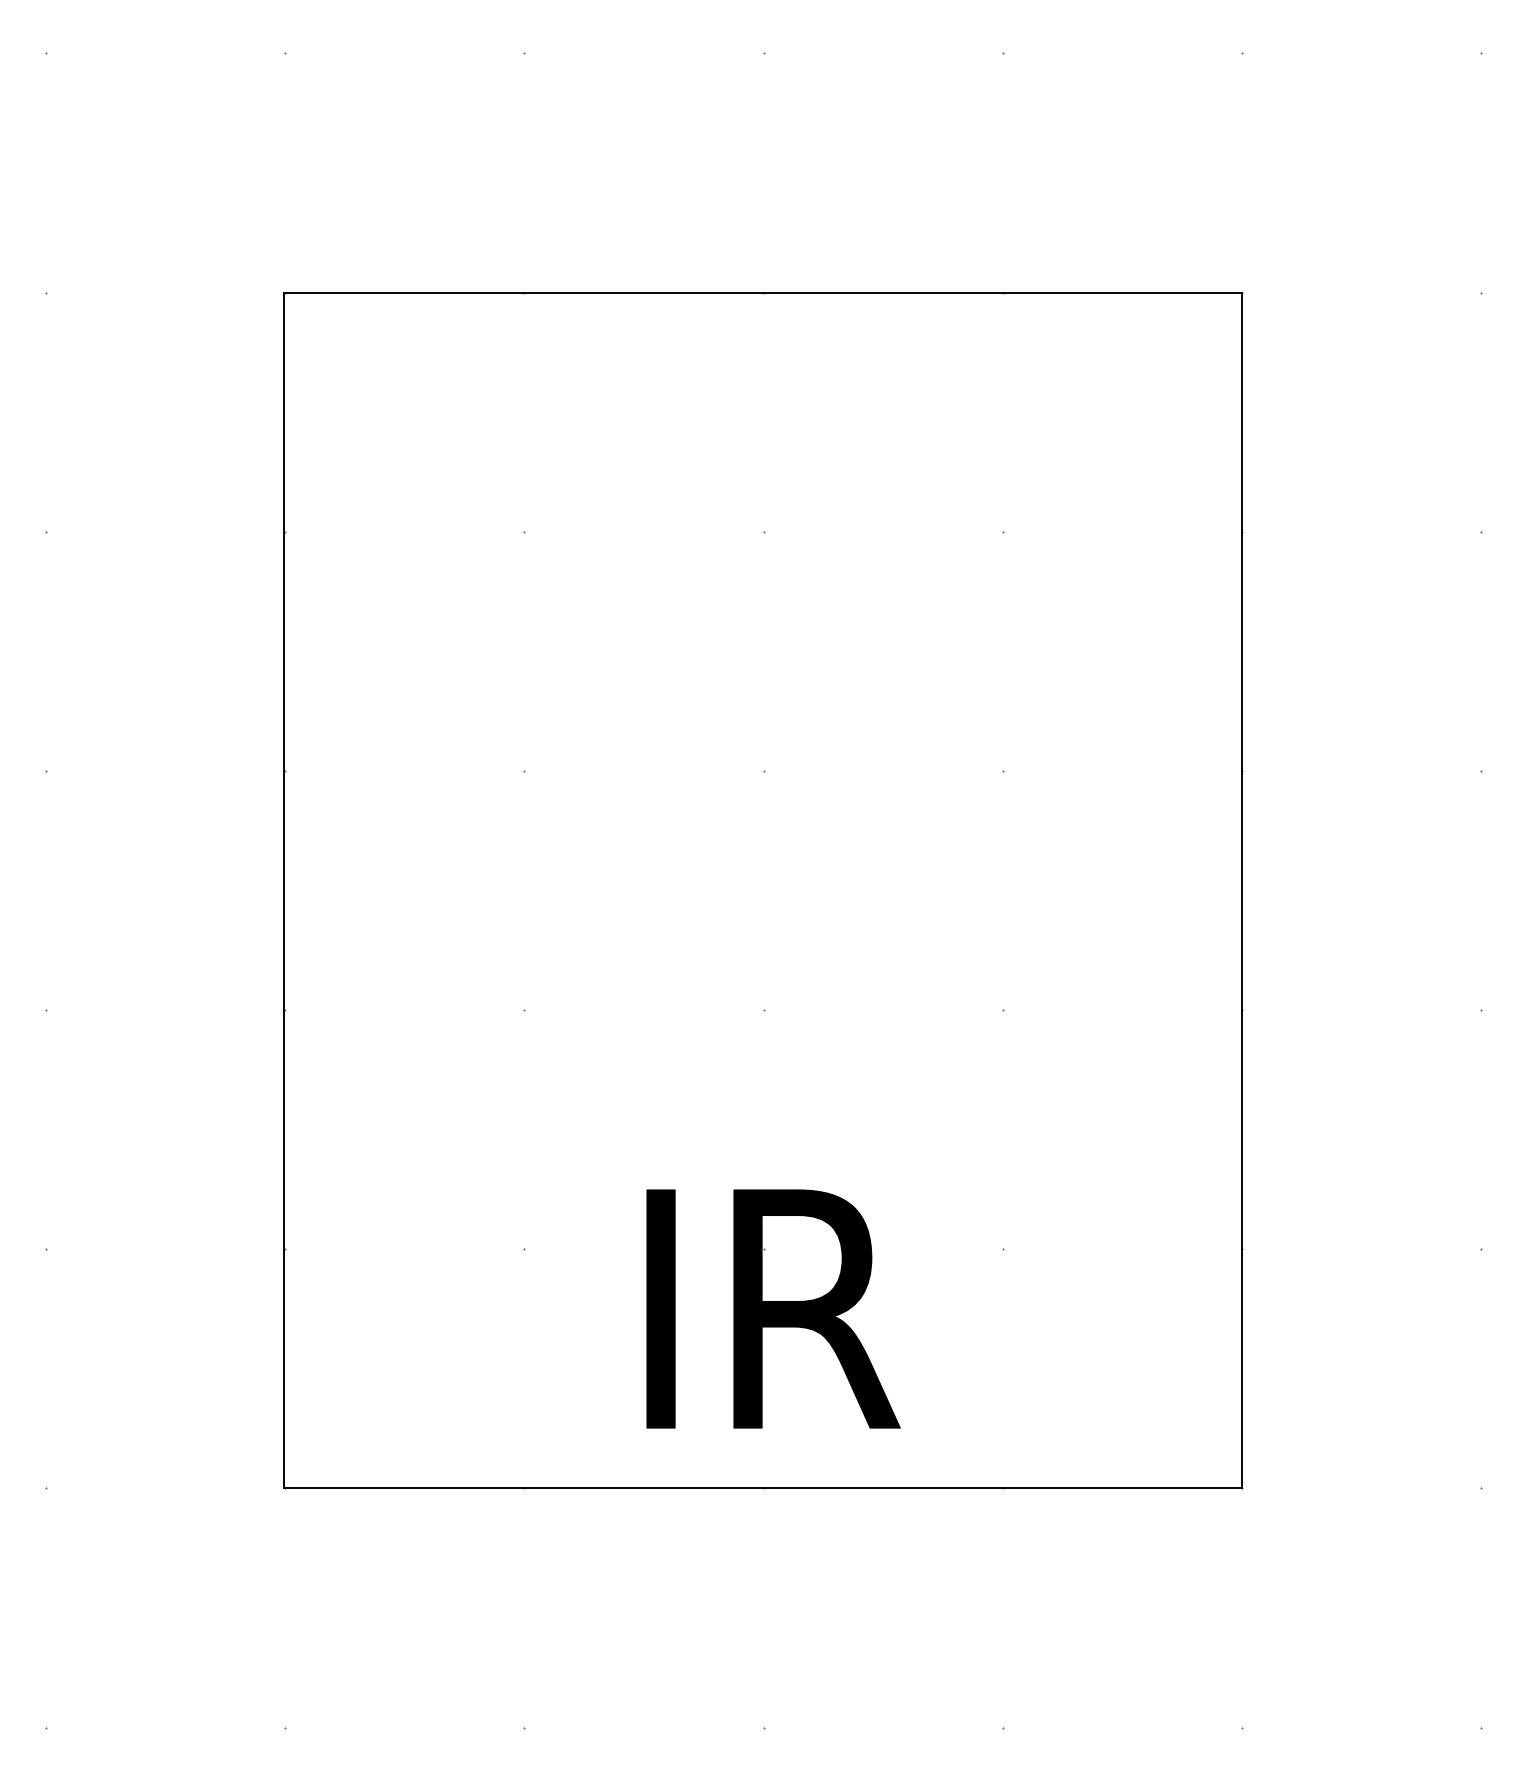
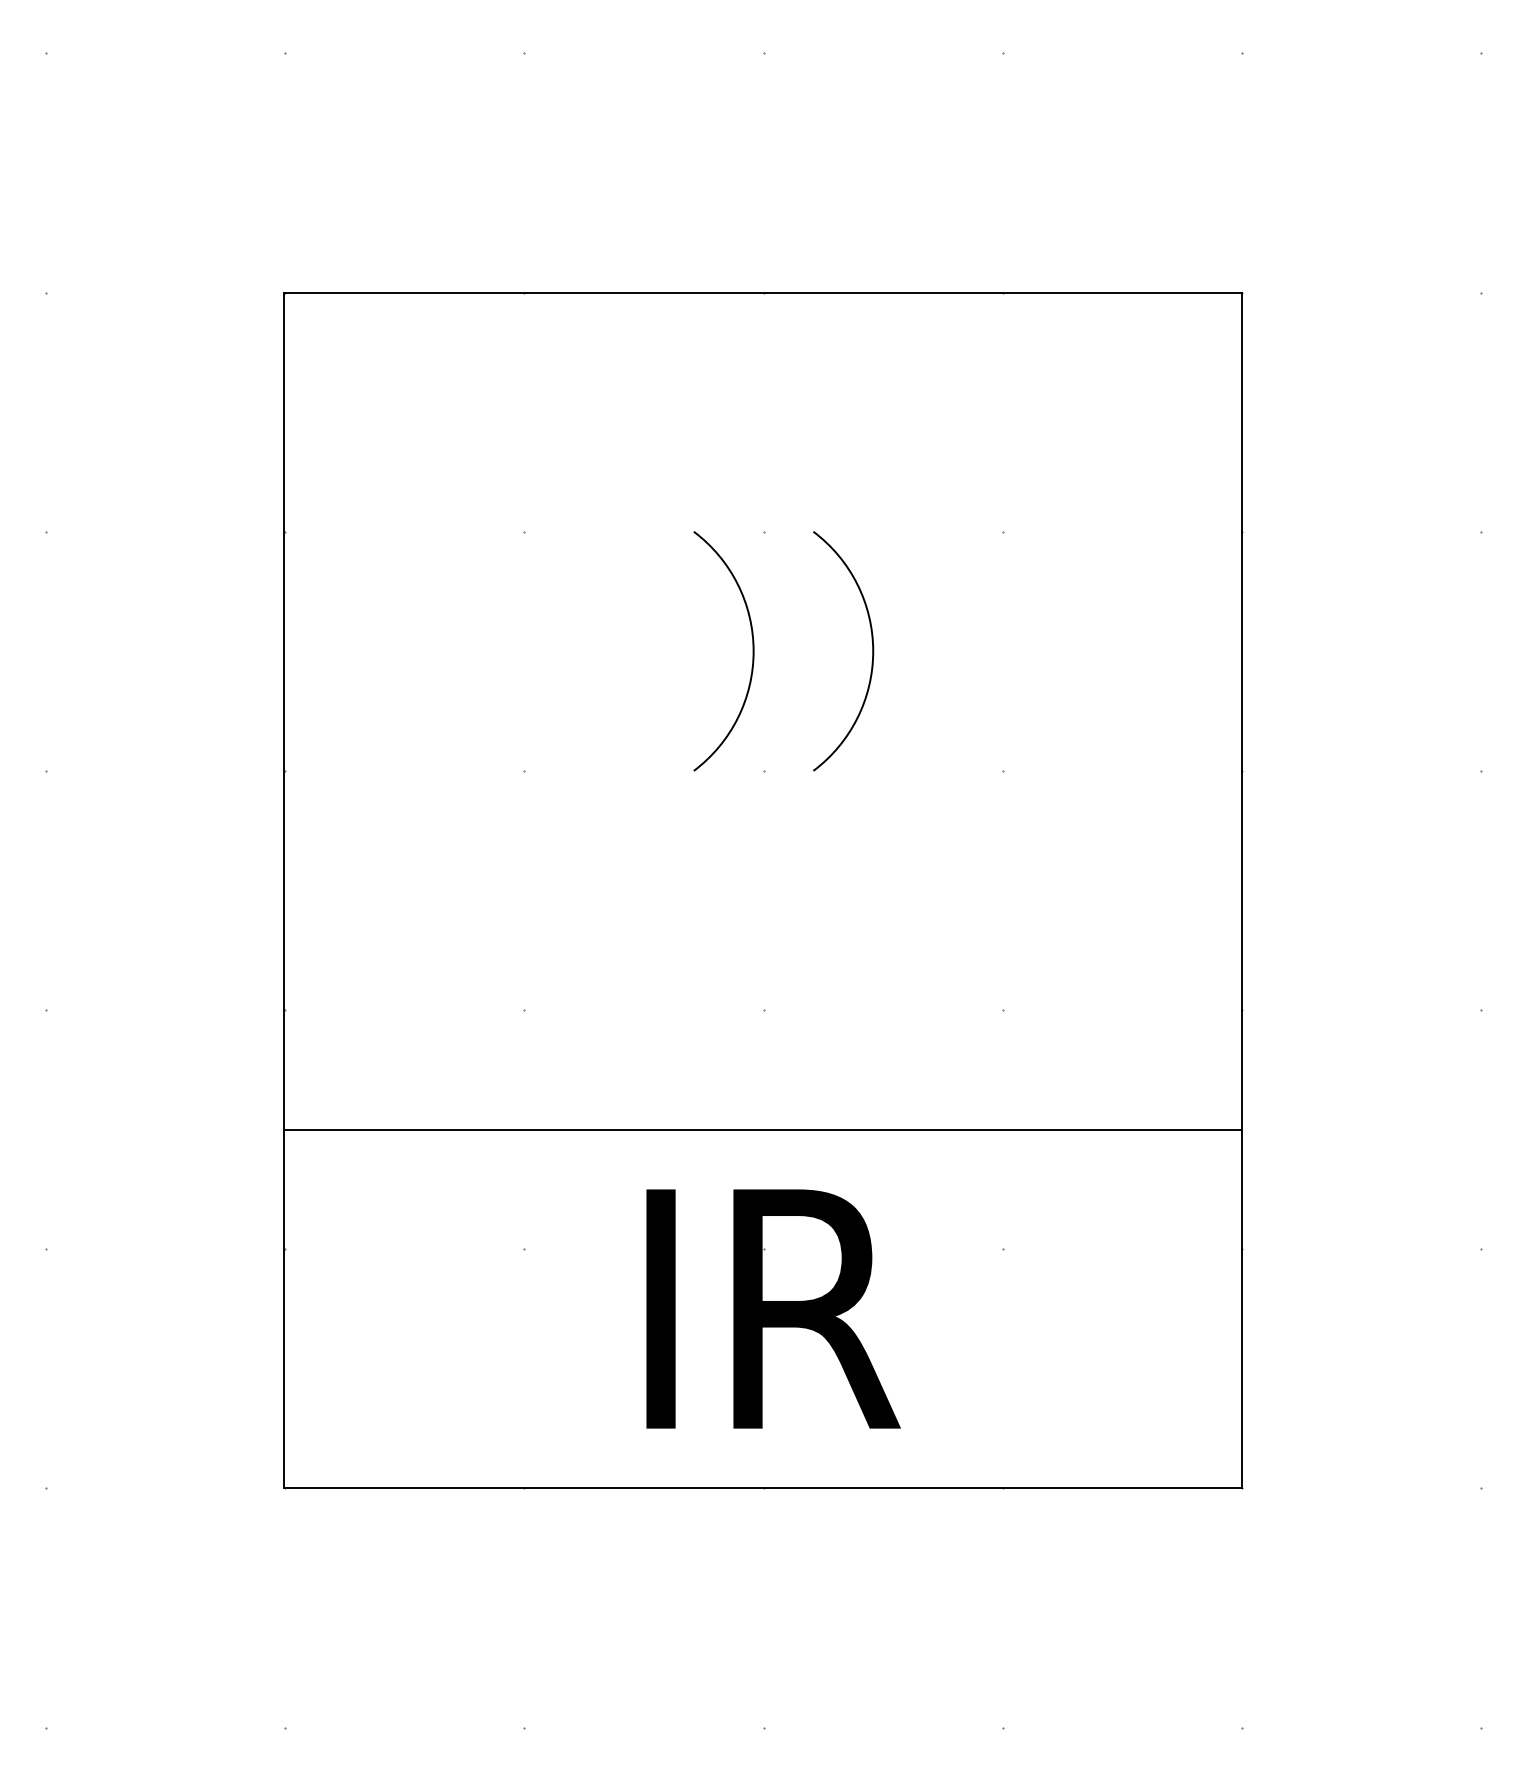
arc at (752, 651): none -> present
arc at (872, 651): none -> present
line at (763, 1129): none -> present
